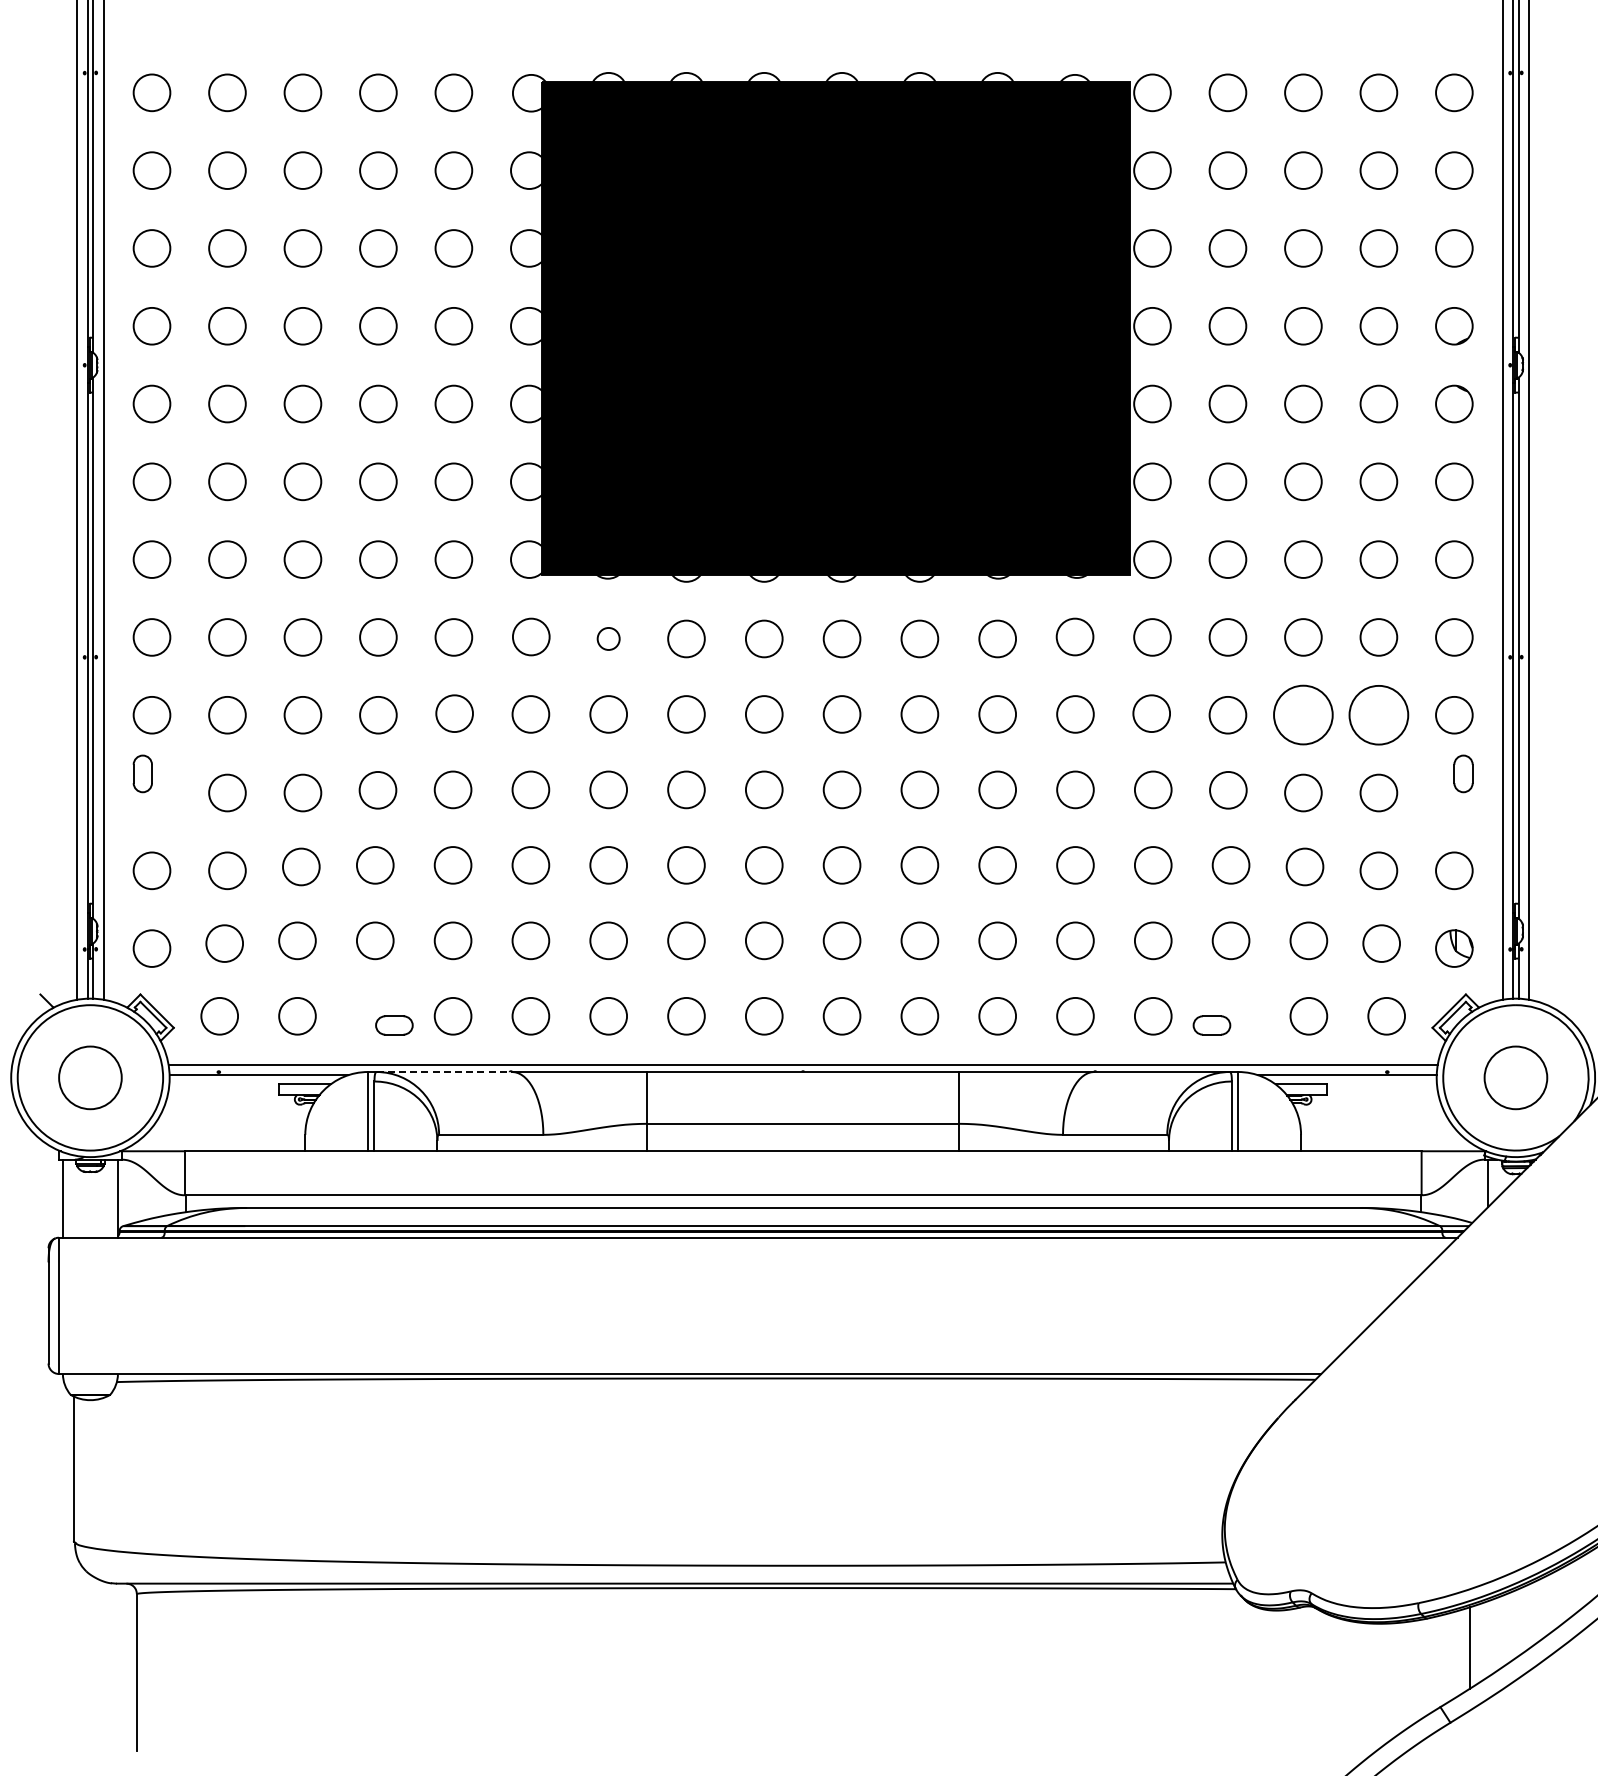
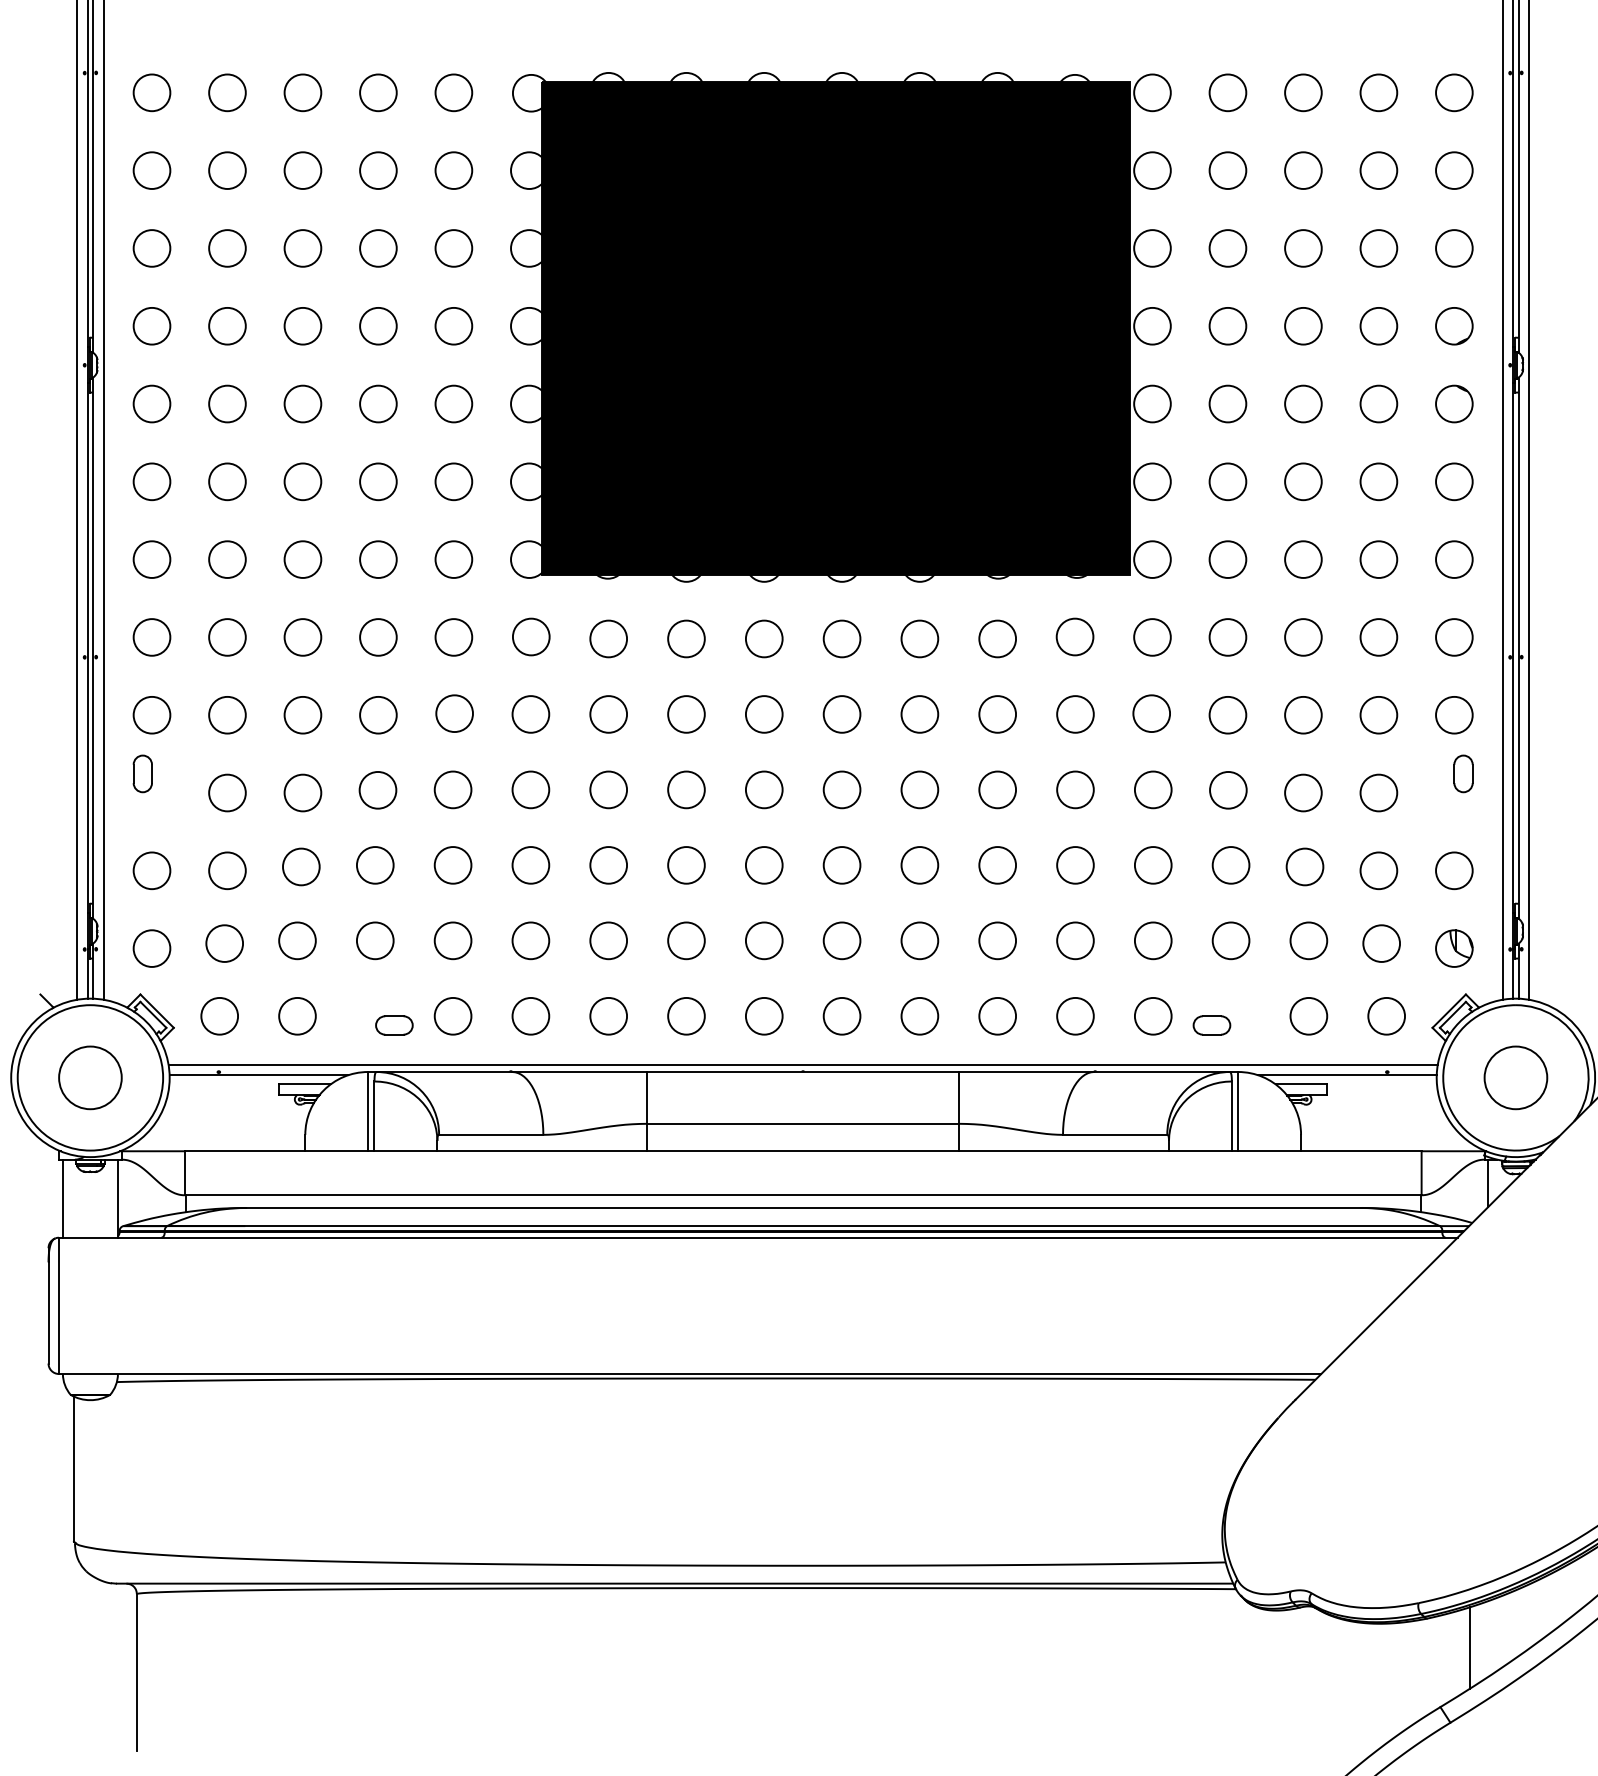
circle at (608, 638) diameter: 22 px -> 37 px
circle at (1303, 714) size: 61x62 px -> 39x39 px
circle at (1378, 714) diameter: 59 px -> 37 px
line at (444, 1072): dashed -> solid
